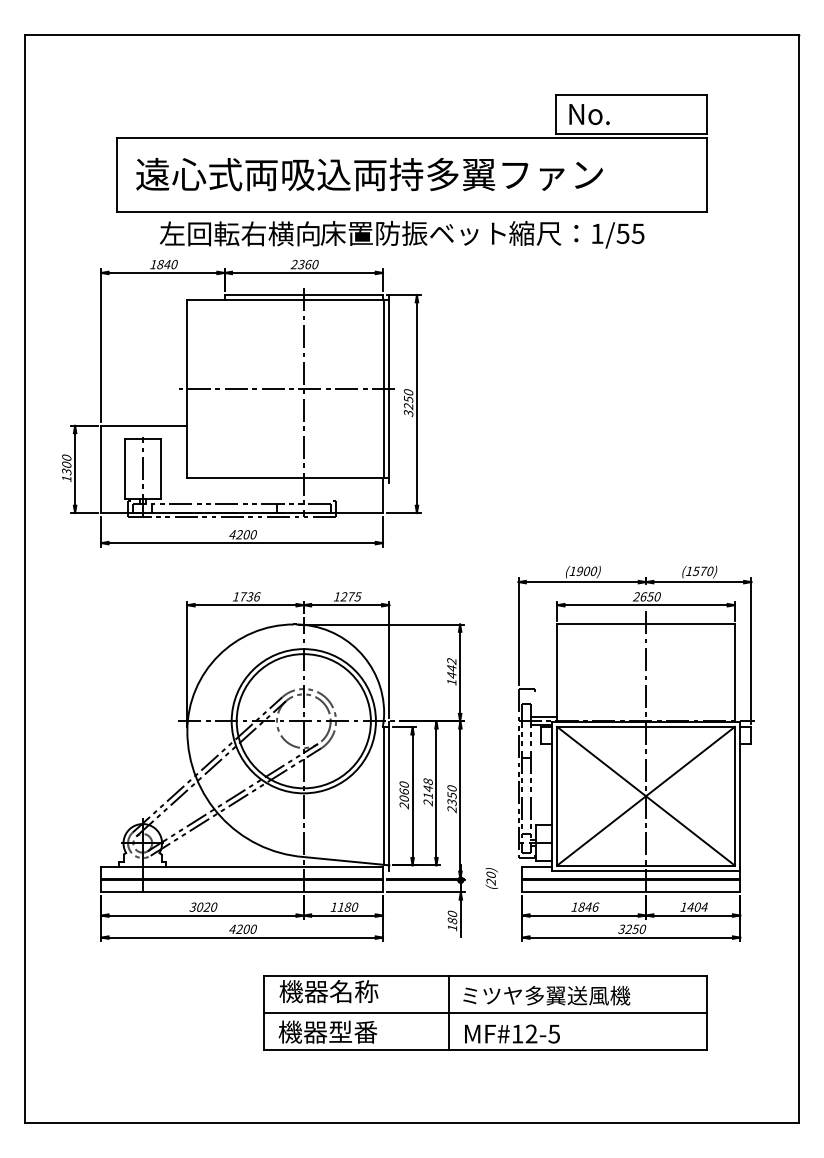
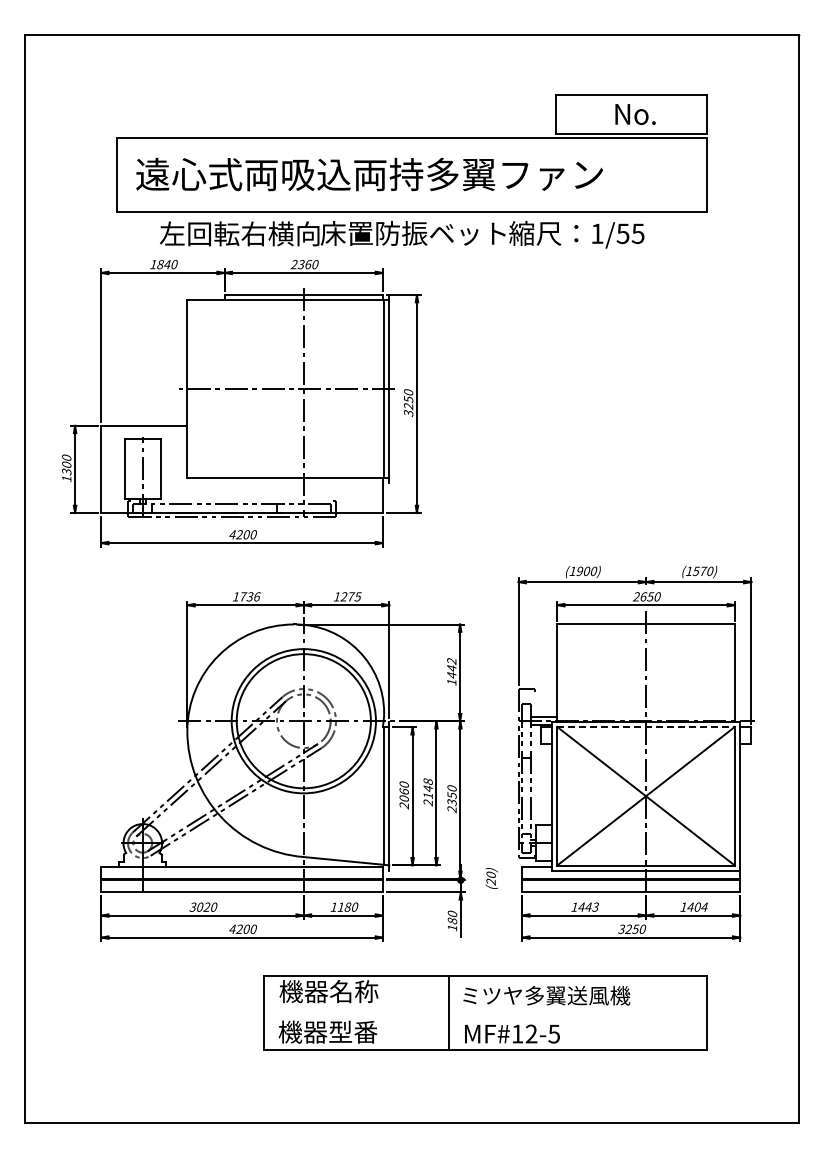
text at (589, 114) position: (589, 114) -> (635, 114)
line at (646, 726): solid -> dashed
text at (588, 906): 1846 -> 1443
line at (485, 1012): present -> none
